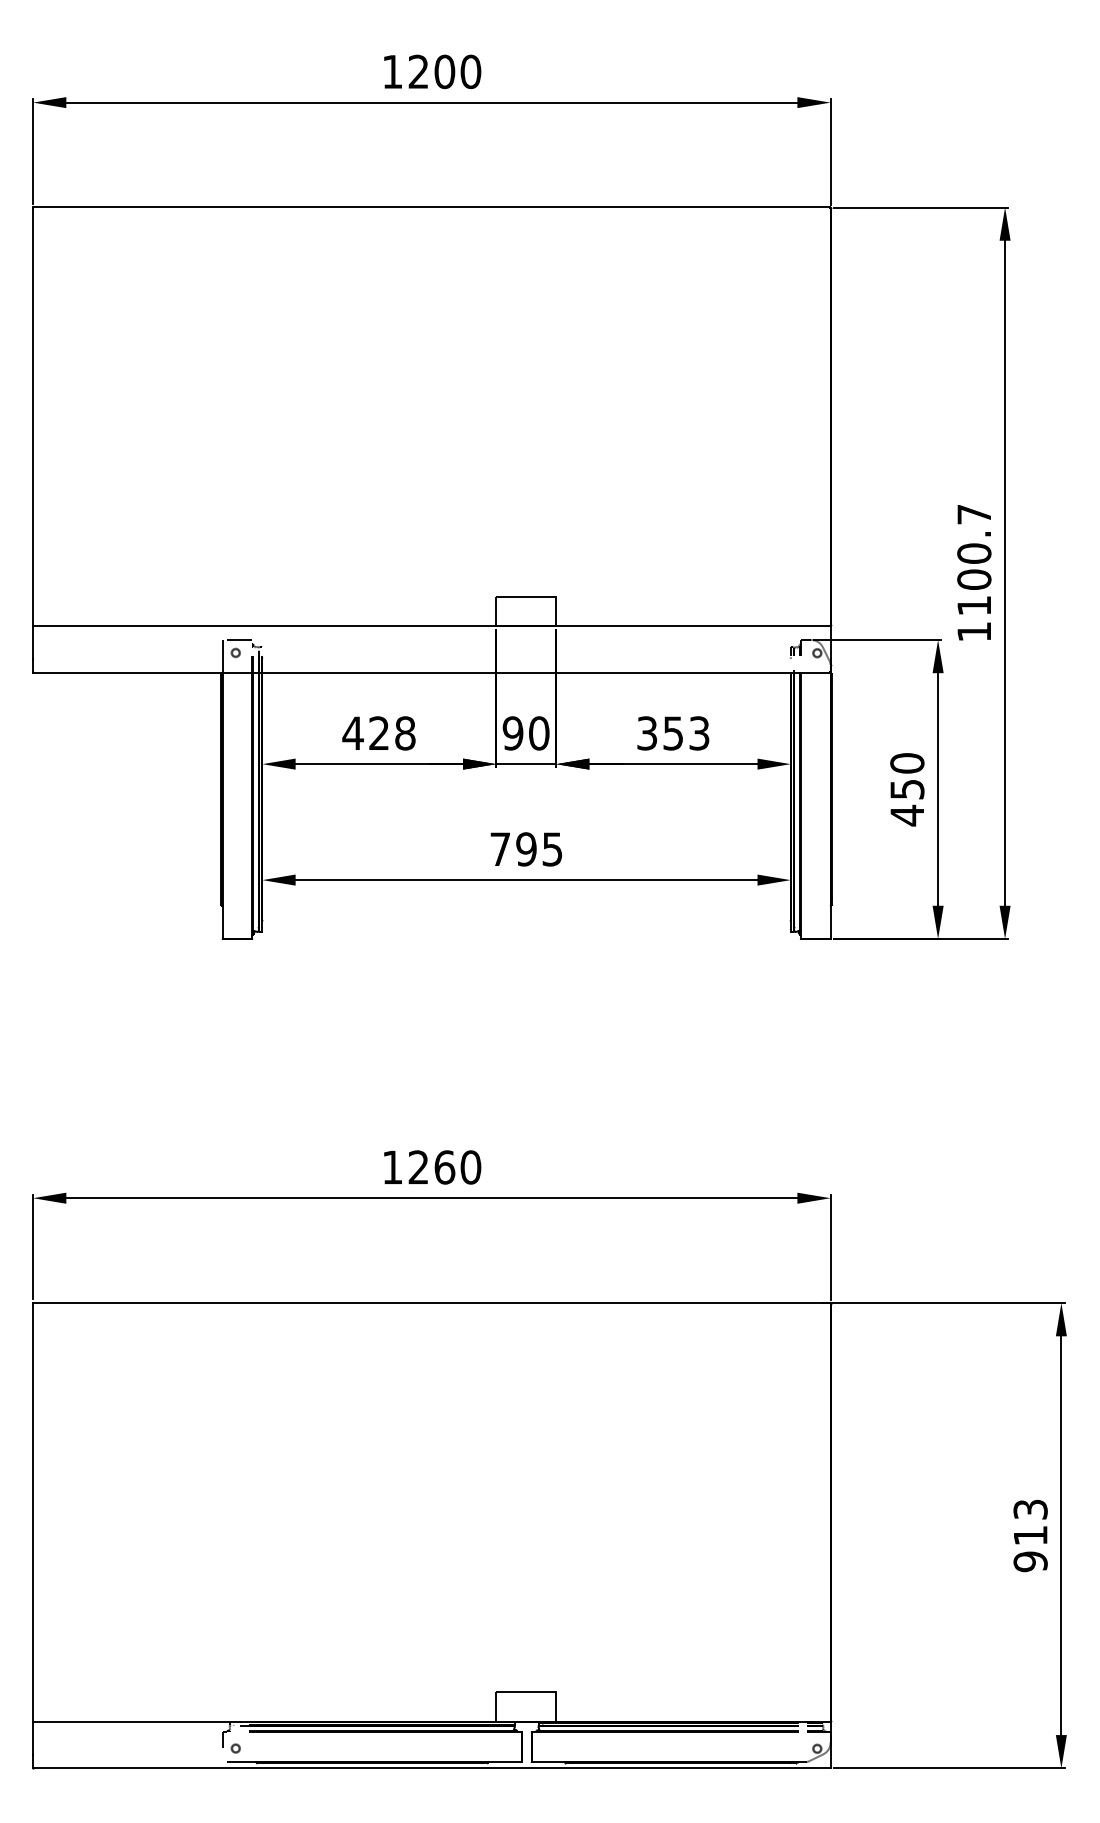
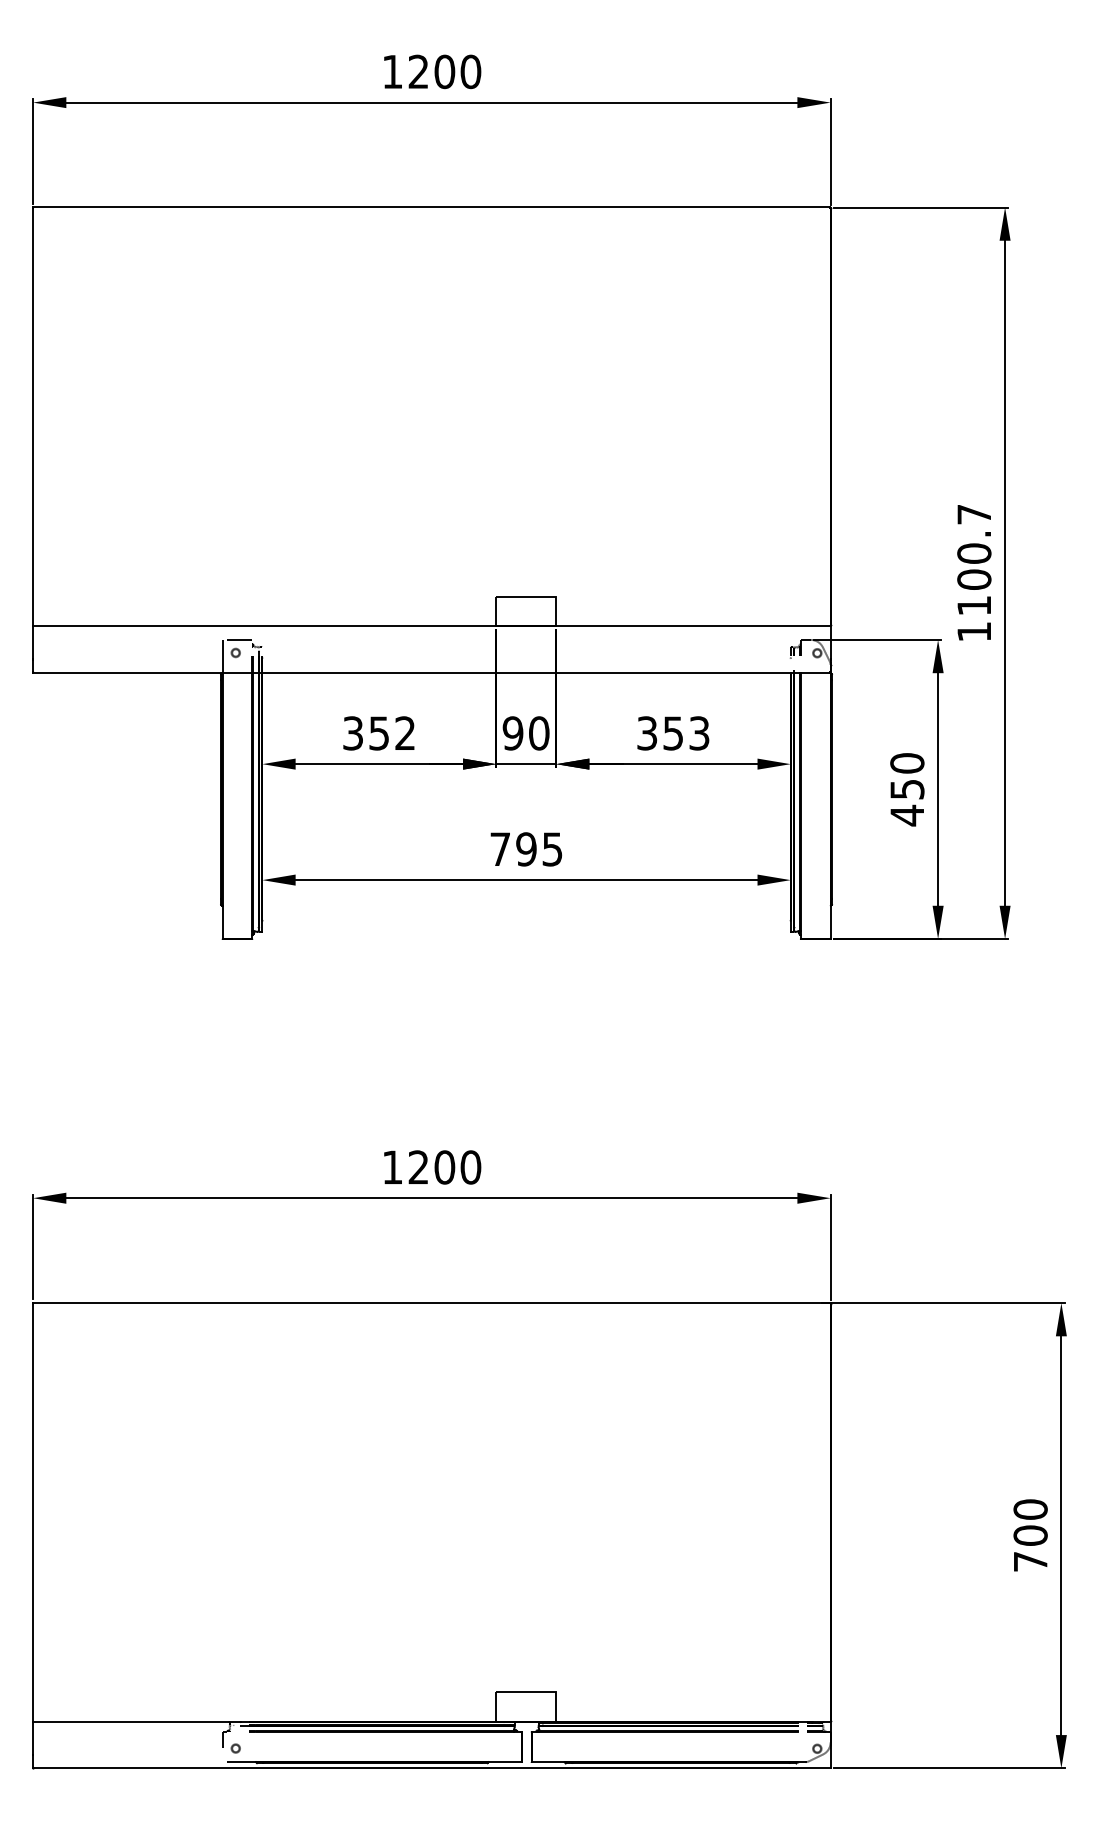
text at (378, 733): 428 -> 352
text at (444, 1167): 1260 -> 1200
text at (1030, 1535): 913 -> 700
